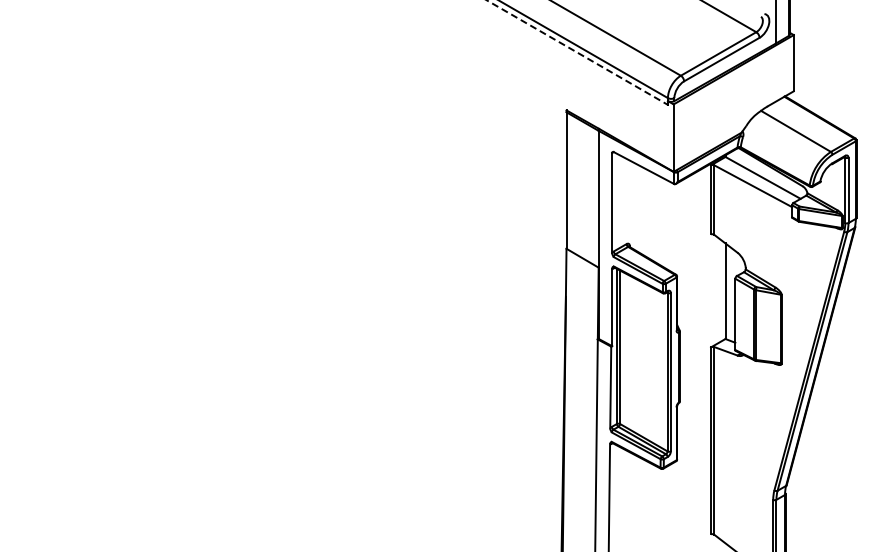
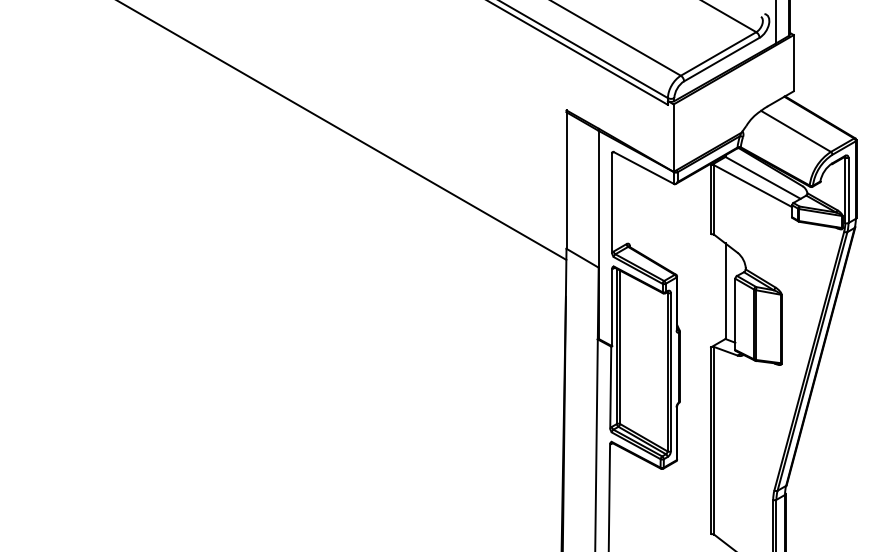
line at (577, 52): dashed -> solid
line at (343, 130): none -> present
